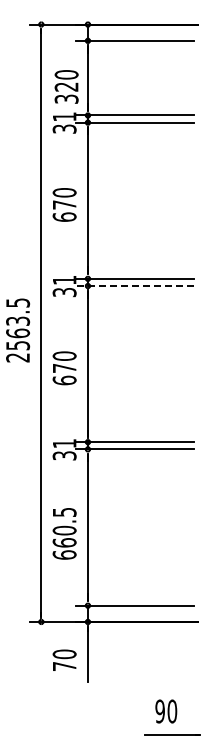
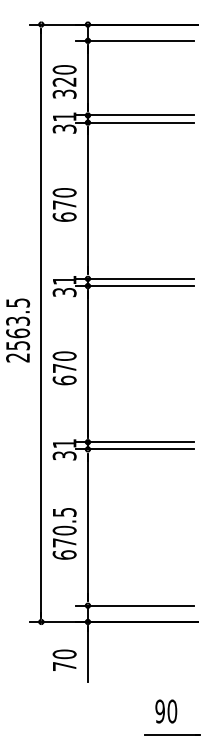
text at (66, 86) position: (66, 86) -> (64, 81)
line at (135, 286): dashed -> solid
text at (64, 542): 660.5 -> 670.5
